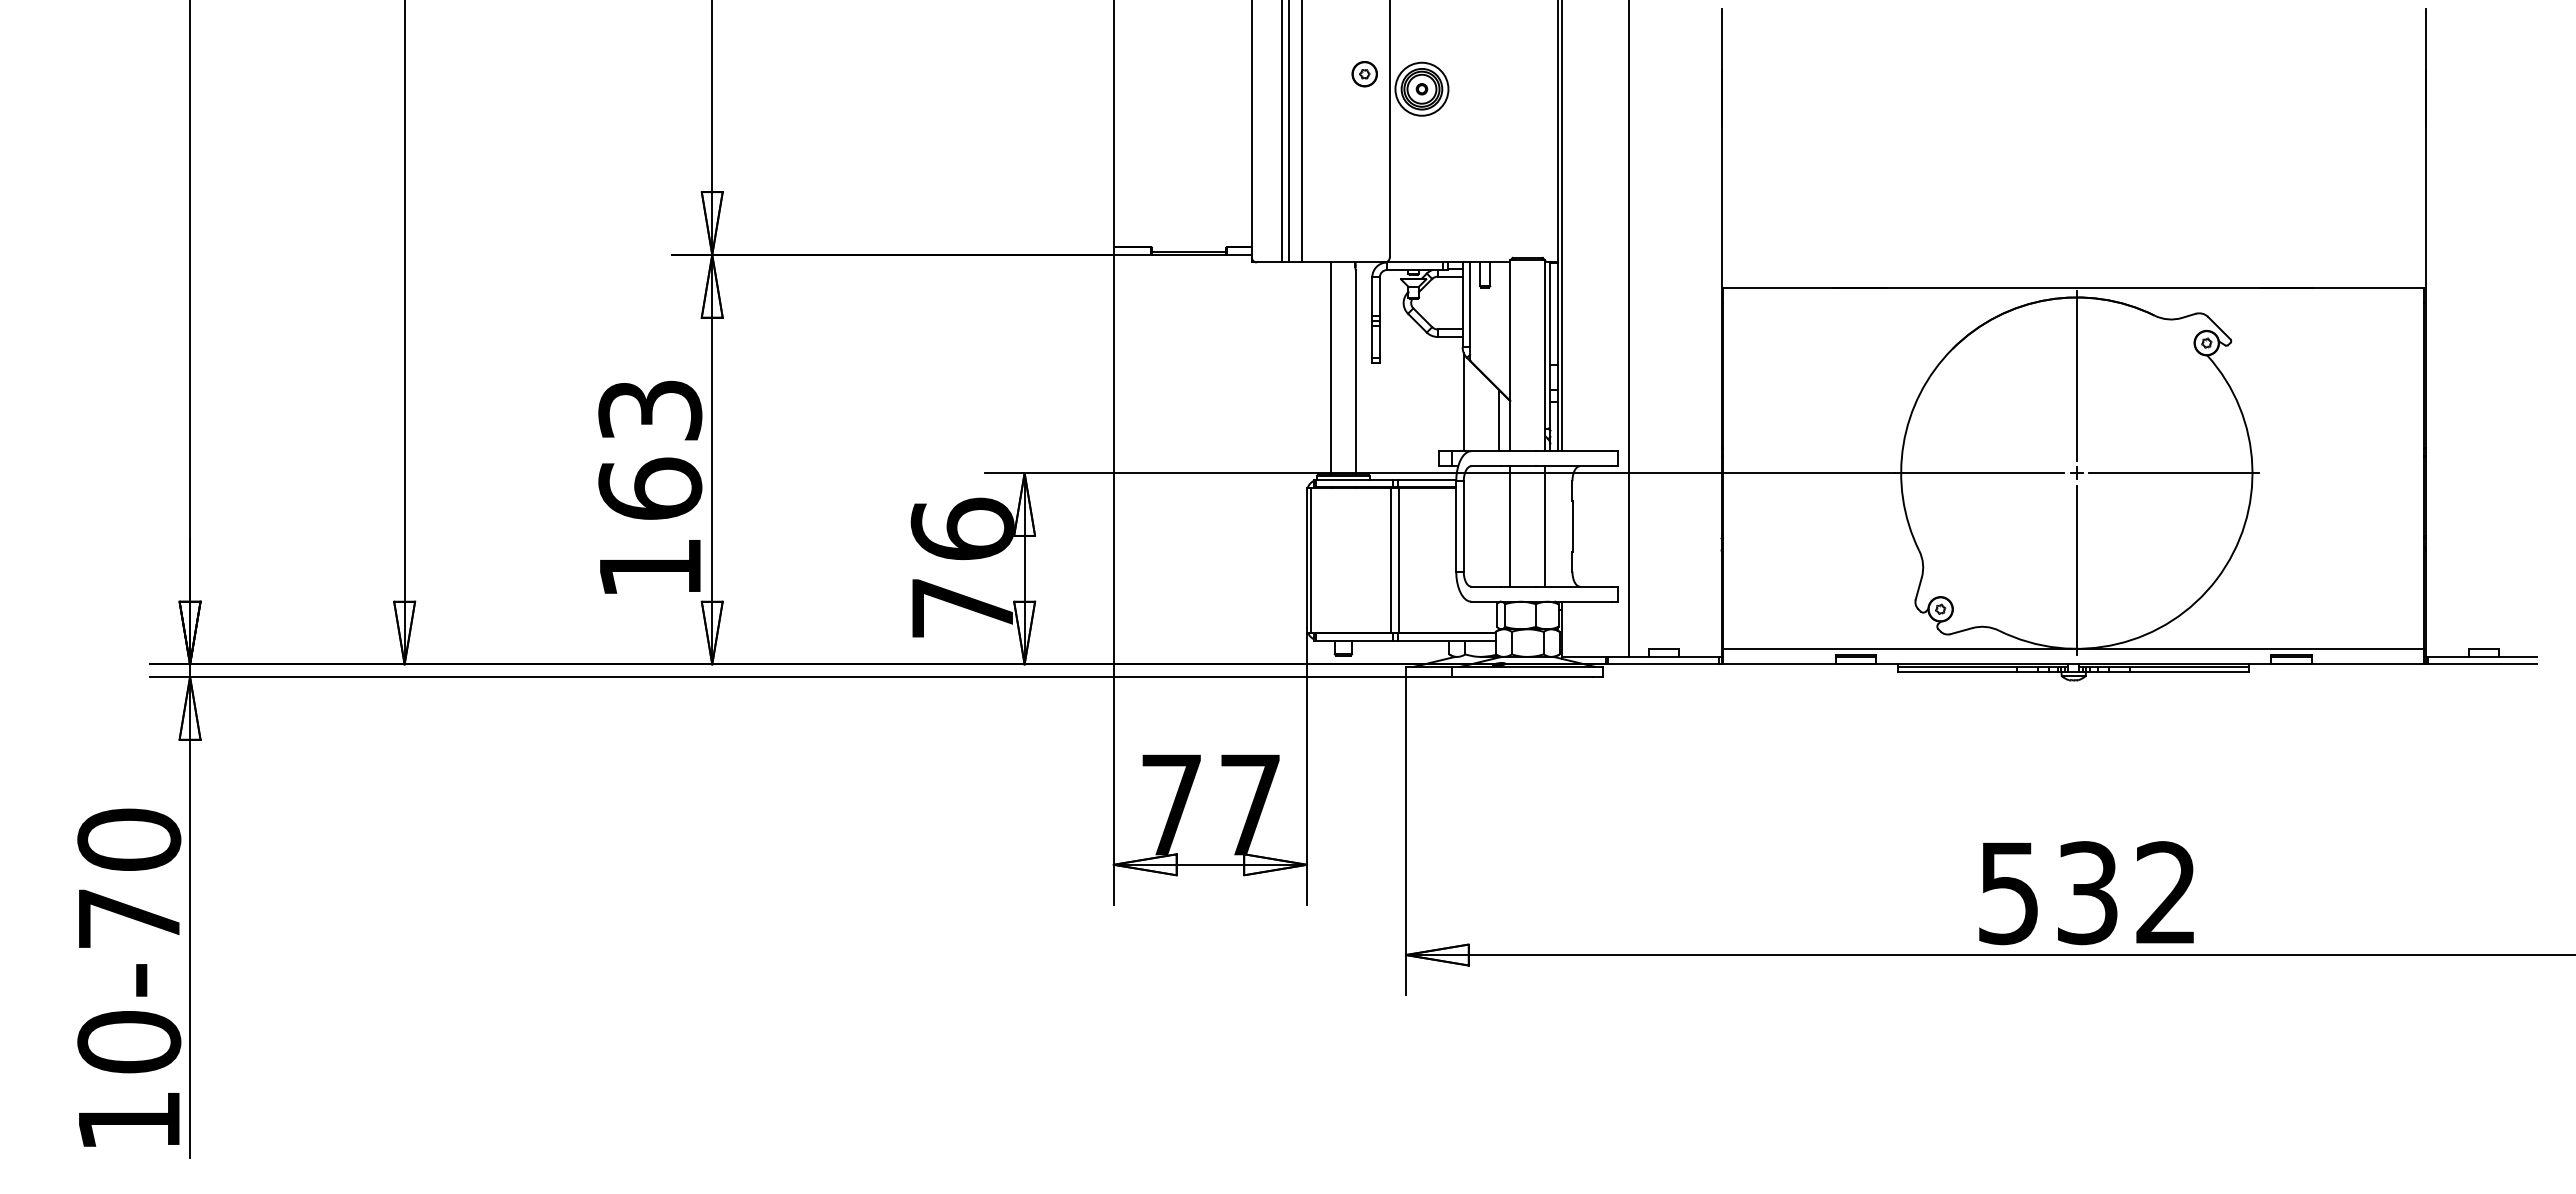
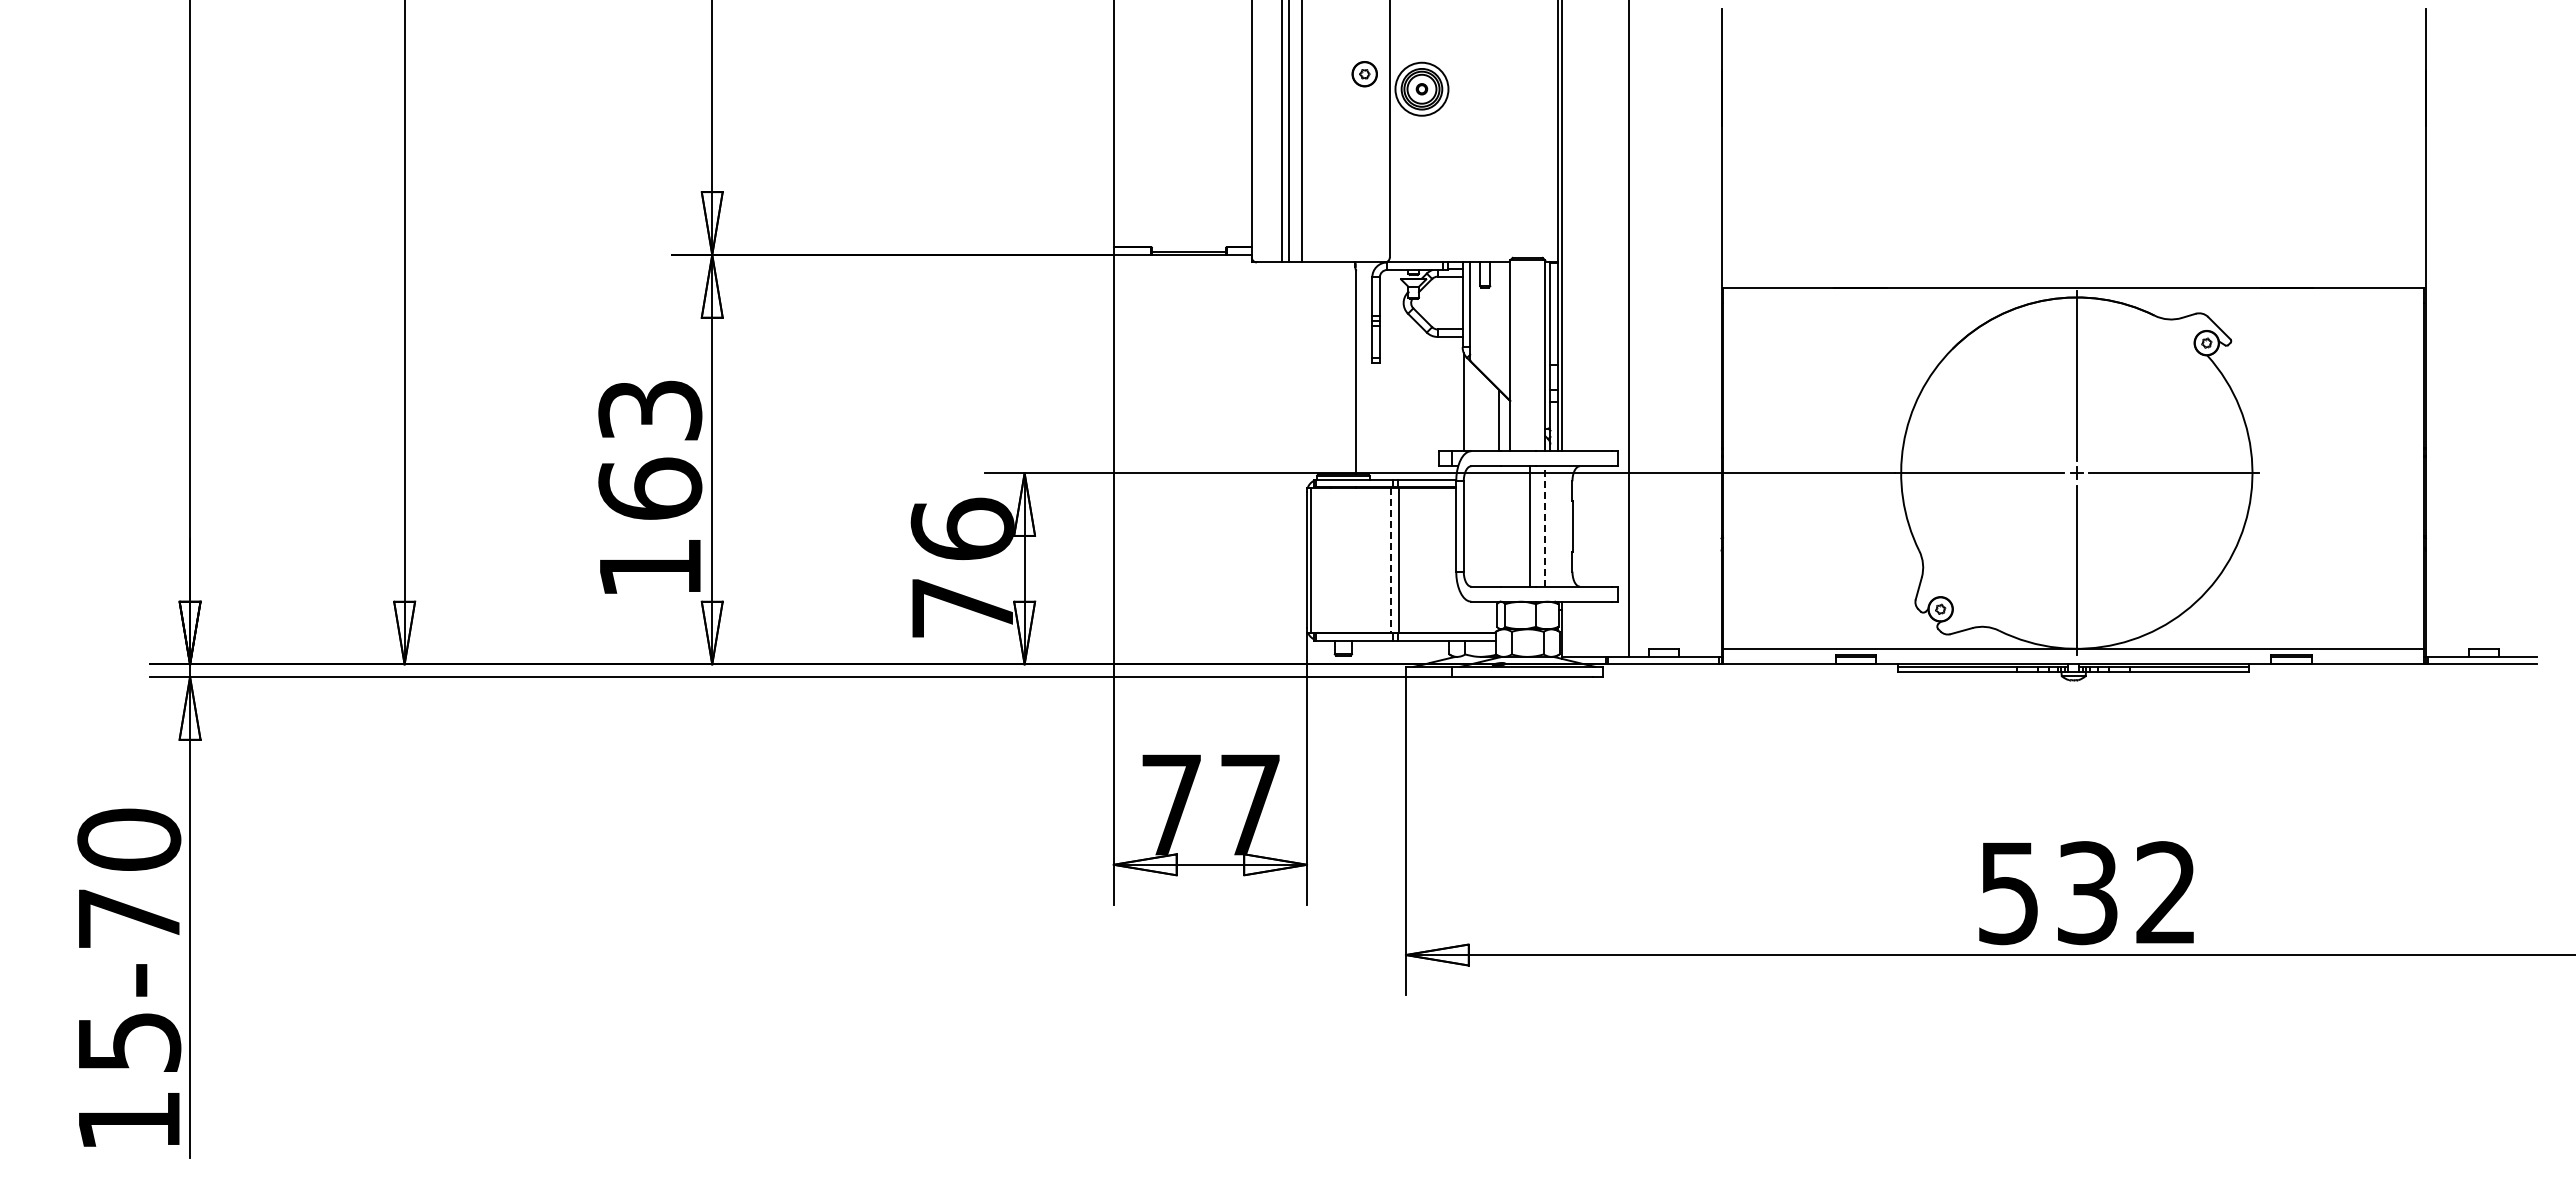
line at (1330, 368): present -> none
line at (1545, 525): solid -> dashed
line at (1510, 526) position: (1510, 526) -> (1530, 526)
line at (1390, 560): solid -> dashed
text at (129, 1042): 10-70 -> 15-70
